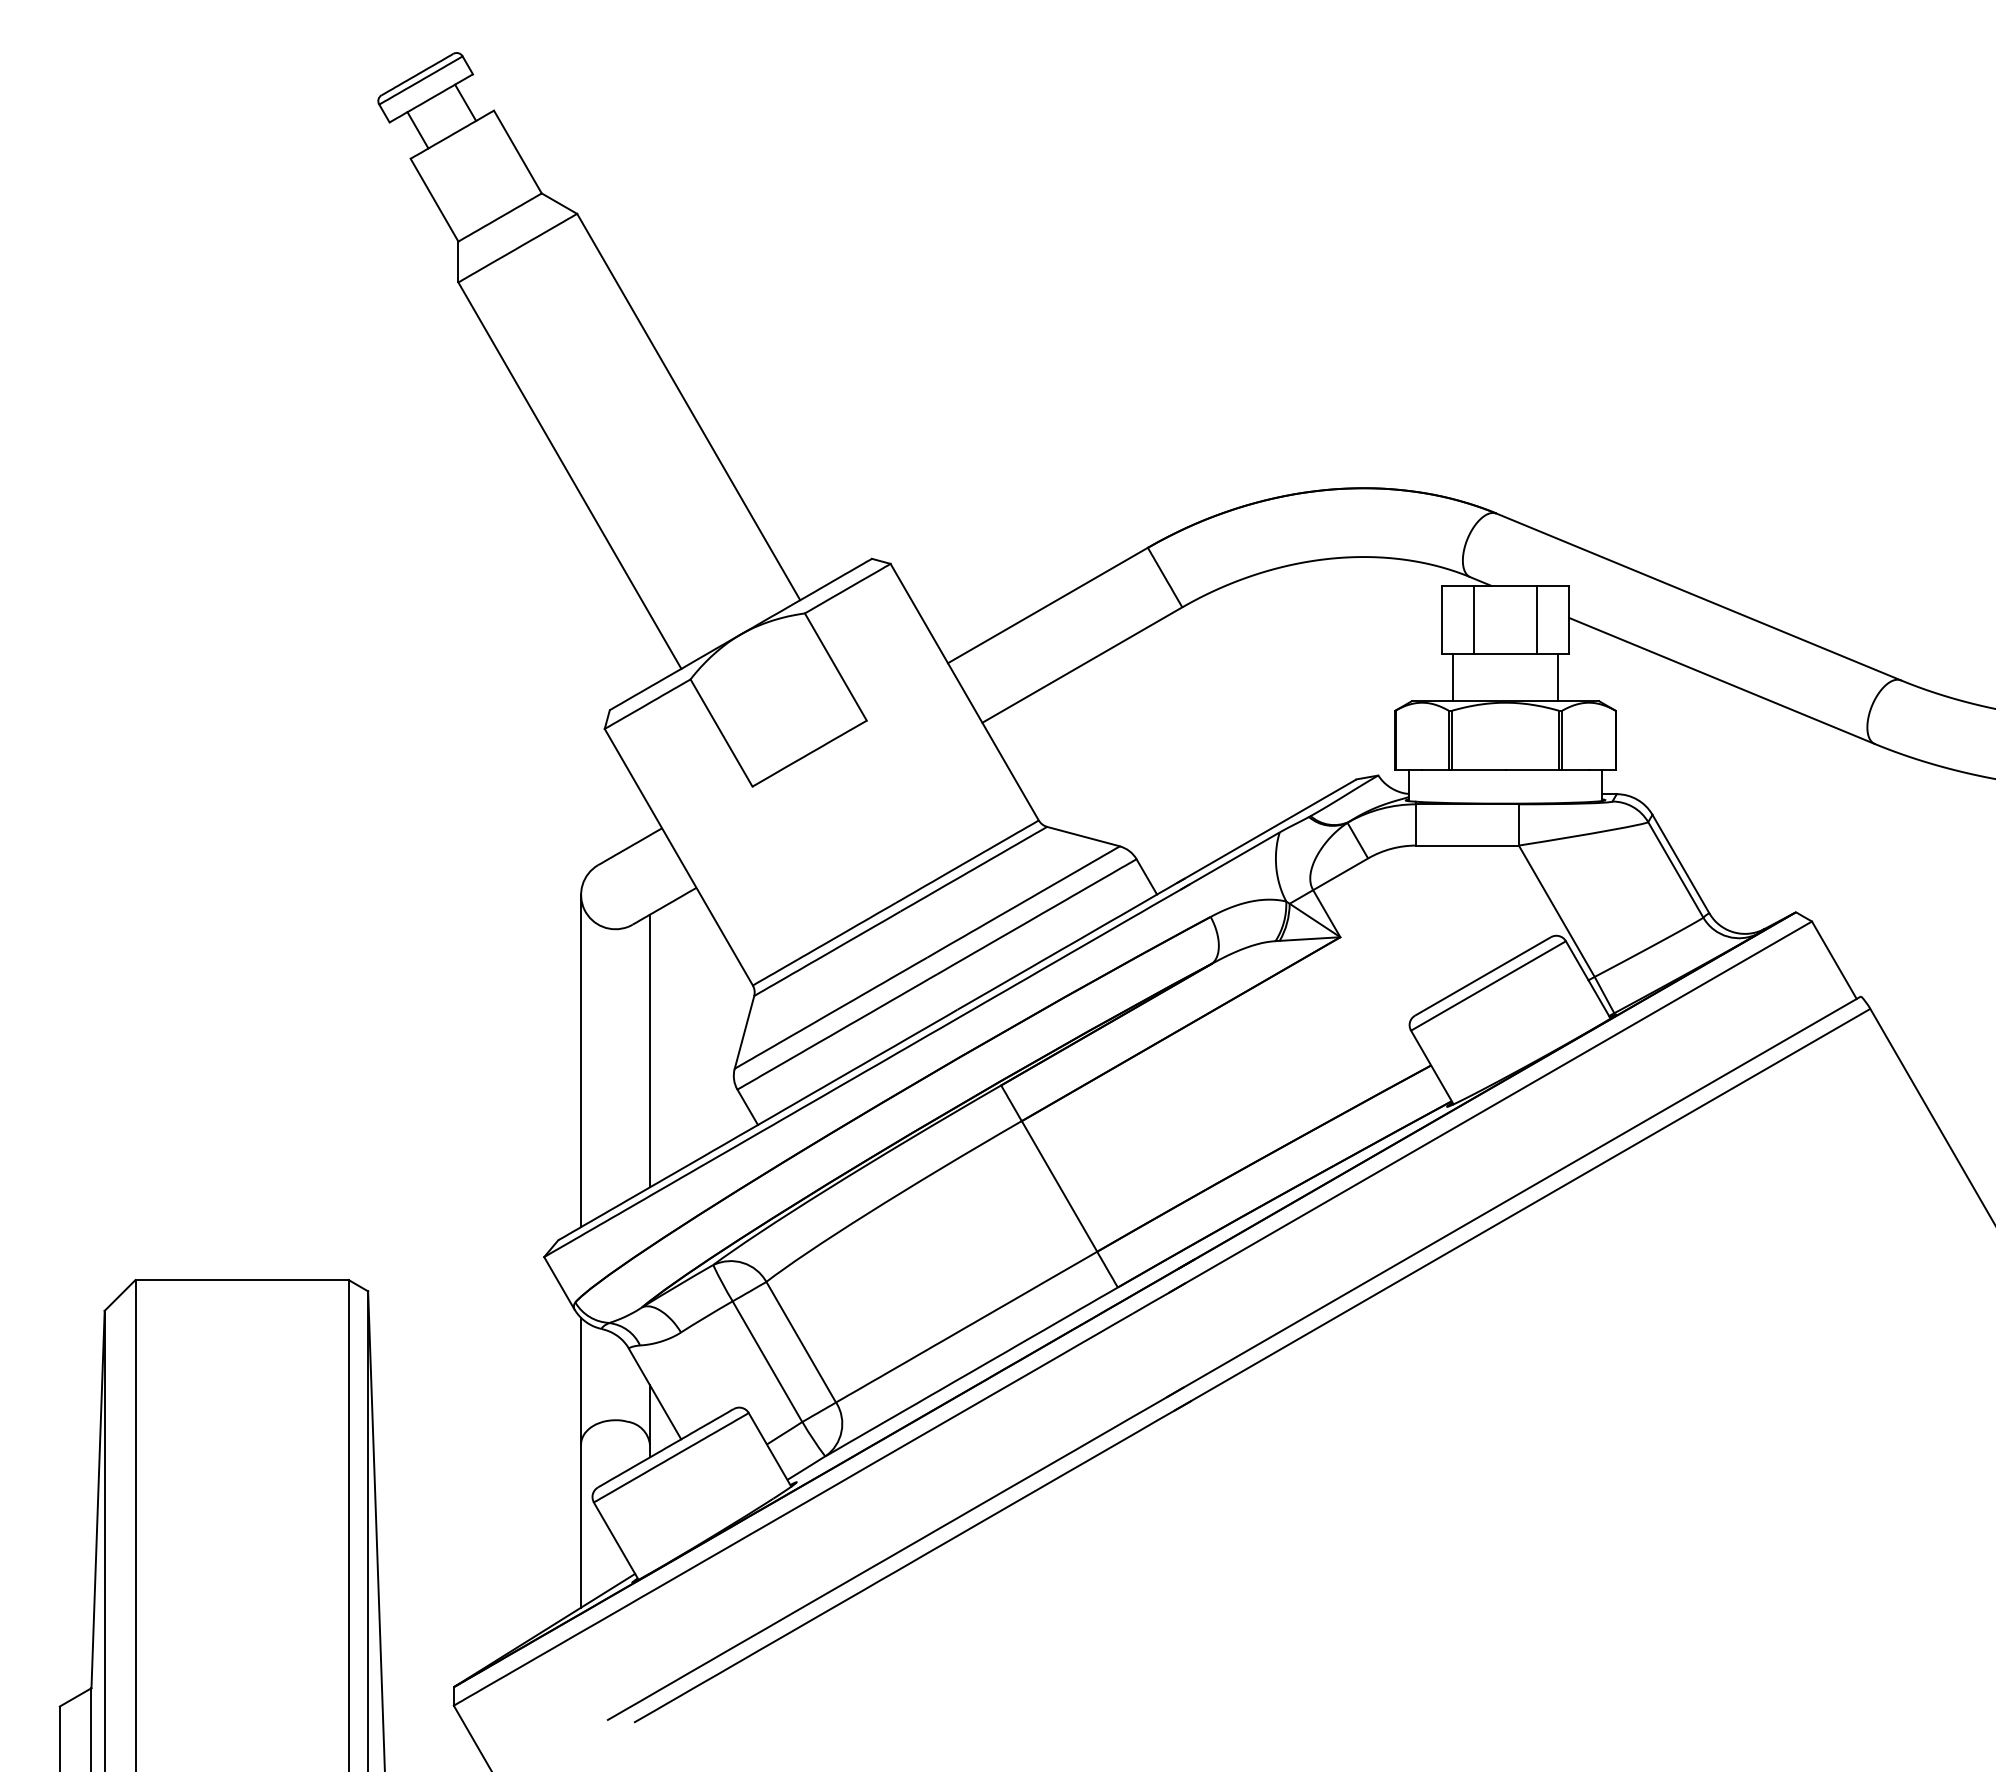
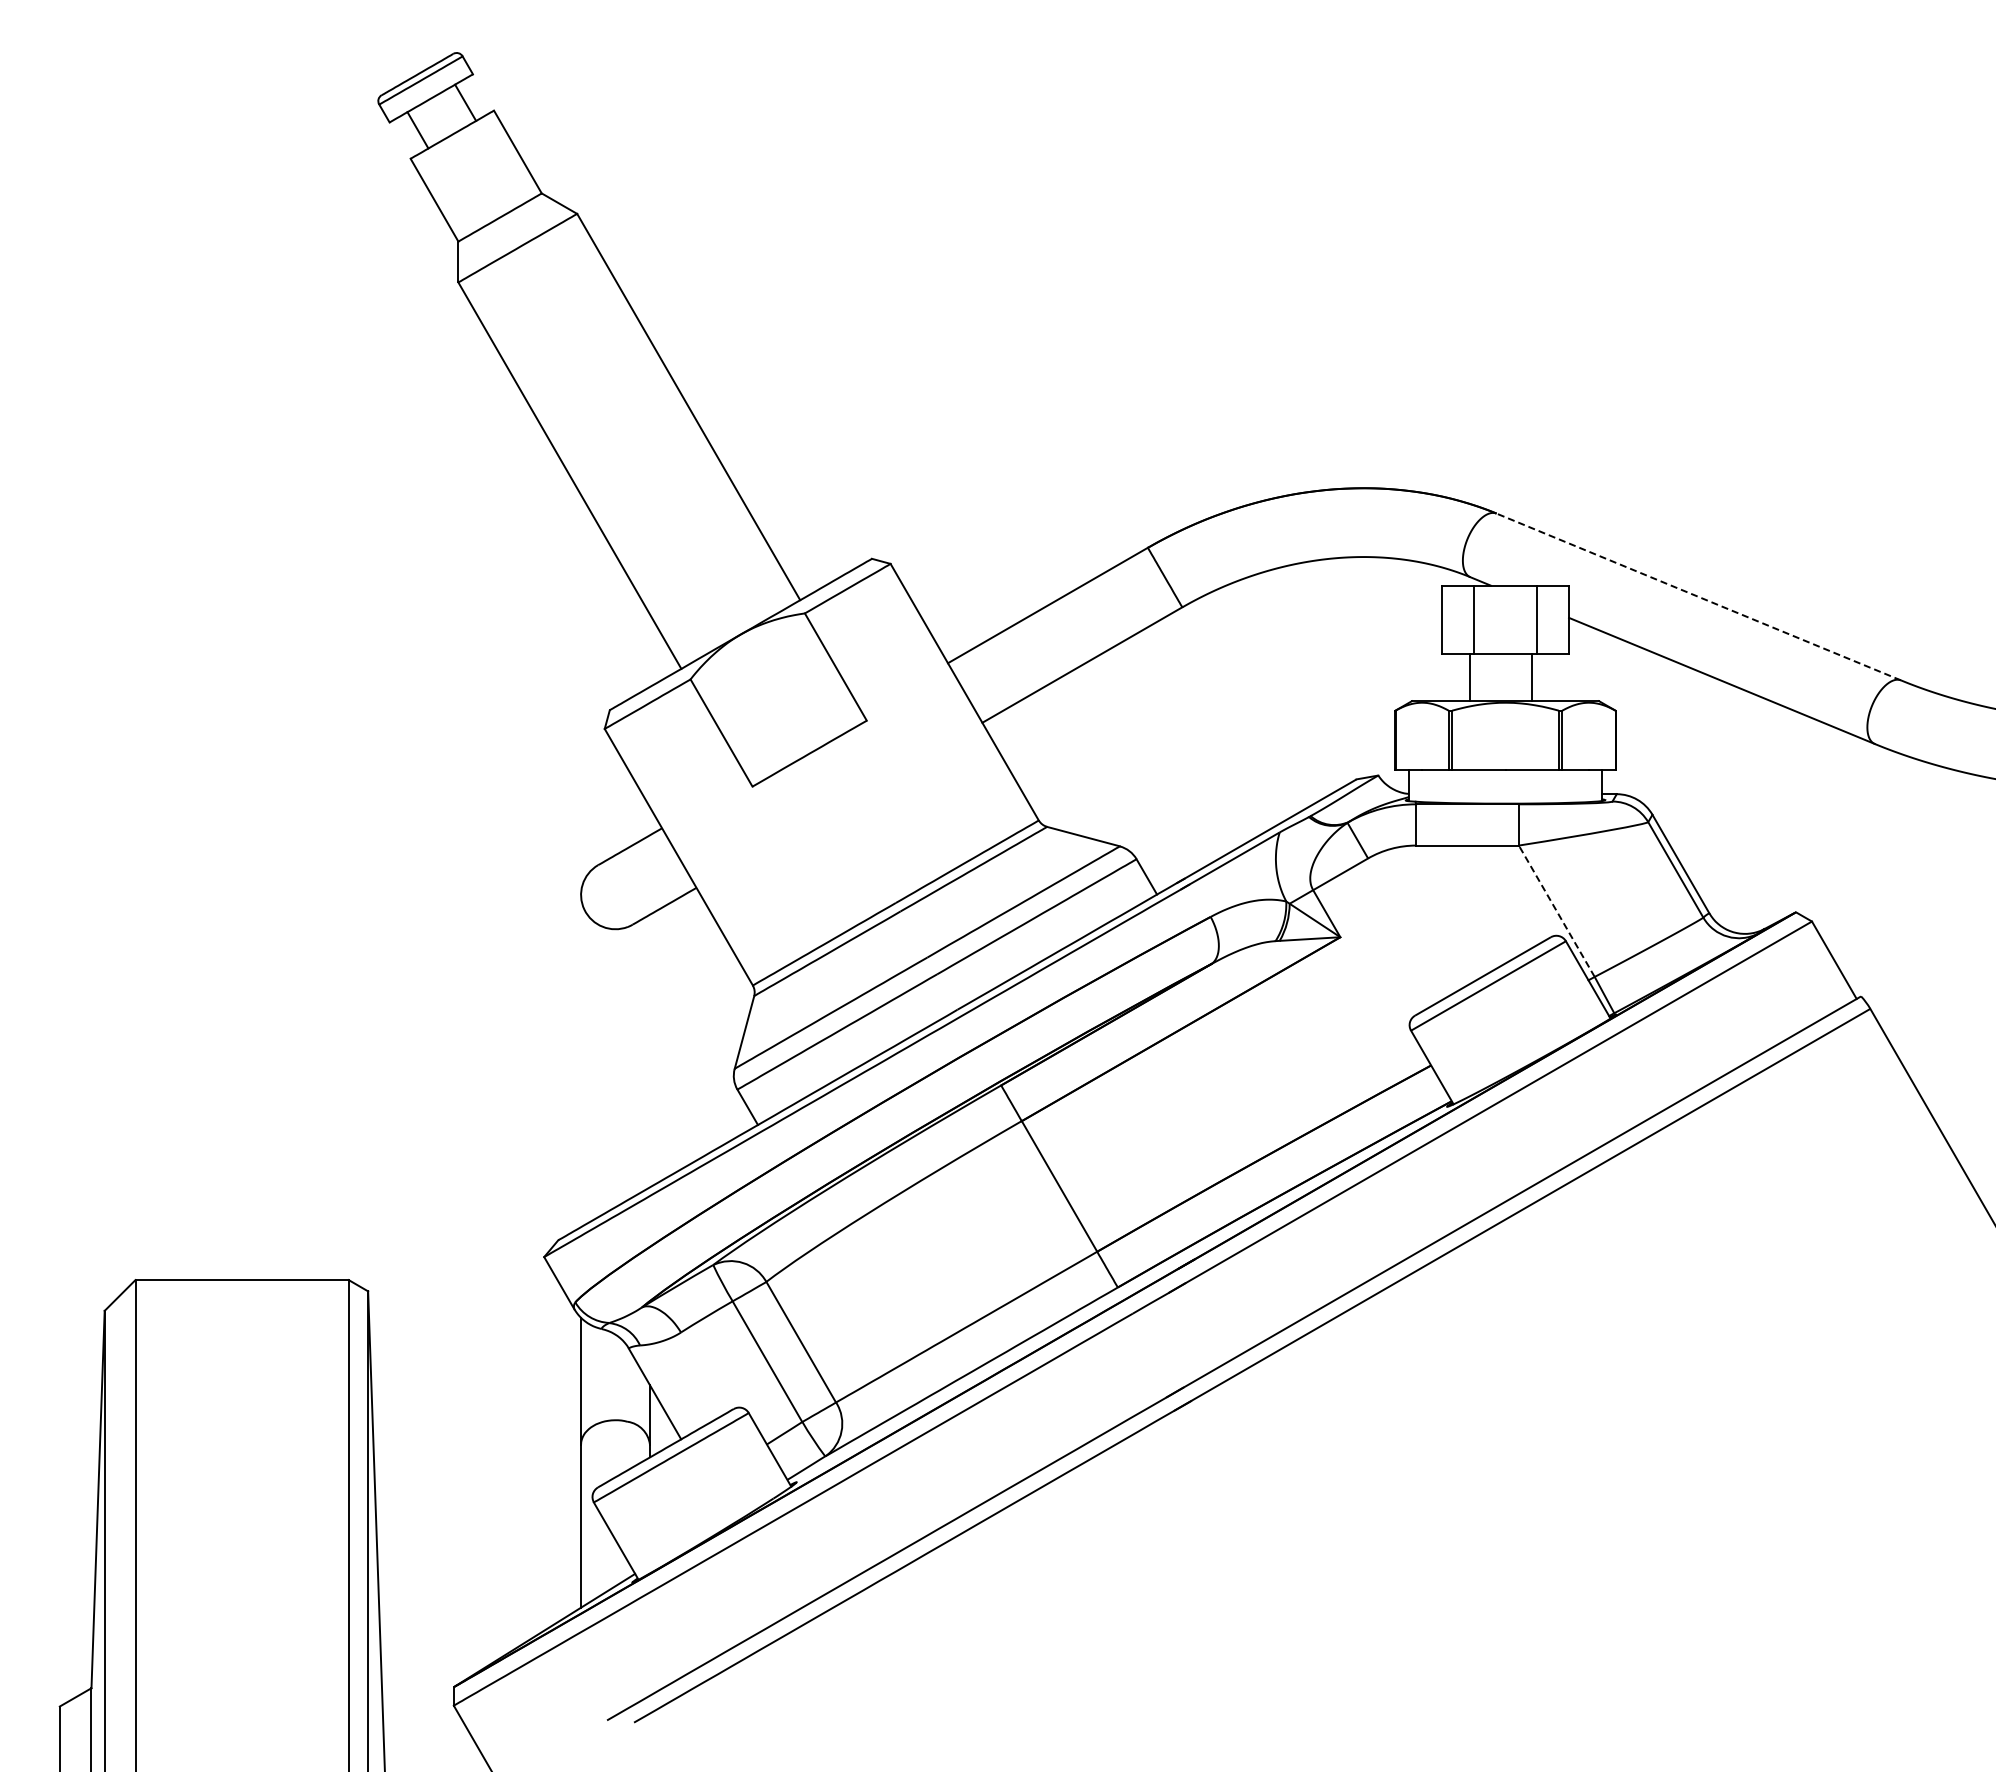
line at (1698, 596): solid -> dashed
line at (1452, 677) position: (1452, 677) -> (1469, 677)
line at (1558, 677) position: (1558, 677) -> (1532, 677)
line at (1556, 911): solid -> dashed
line at (649, 1050): present -> none
line at (581, 1060): present -> none
